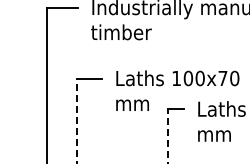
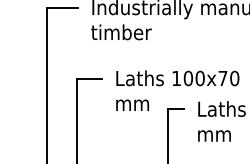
line at (77, 120): dashed -> solid
line at (168, 136): dashed -> solid
